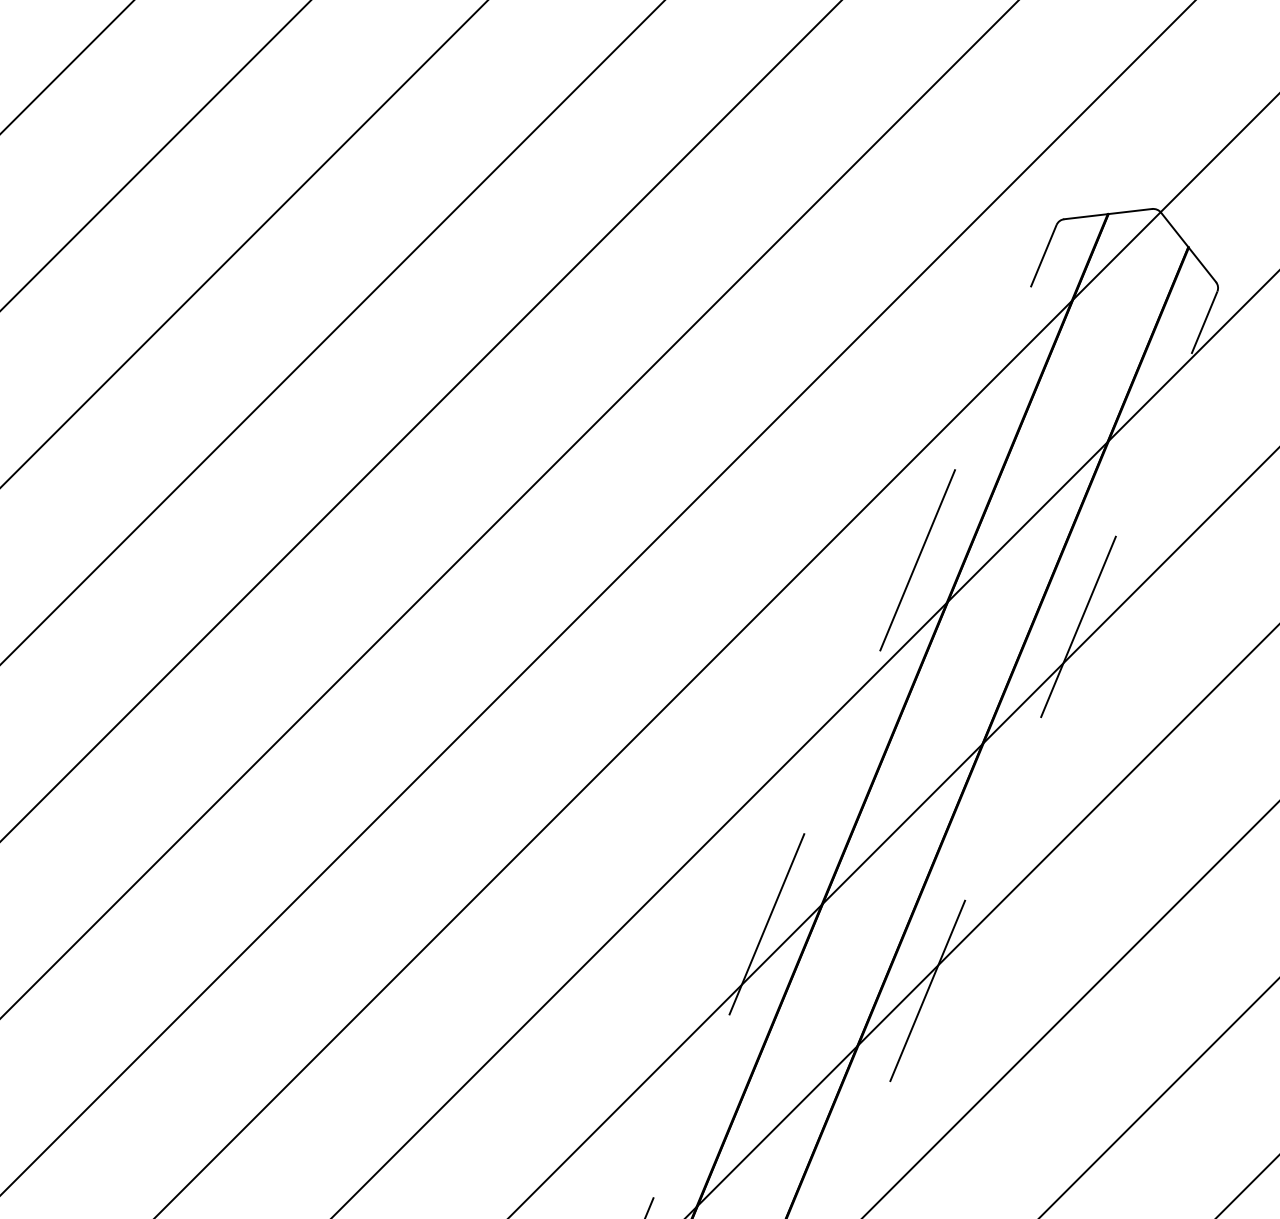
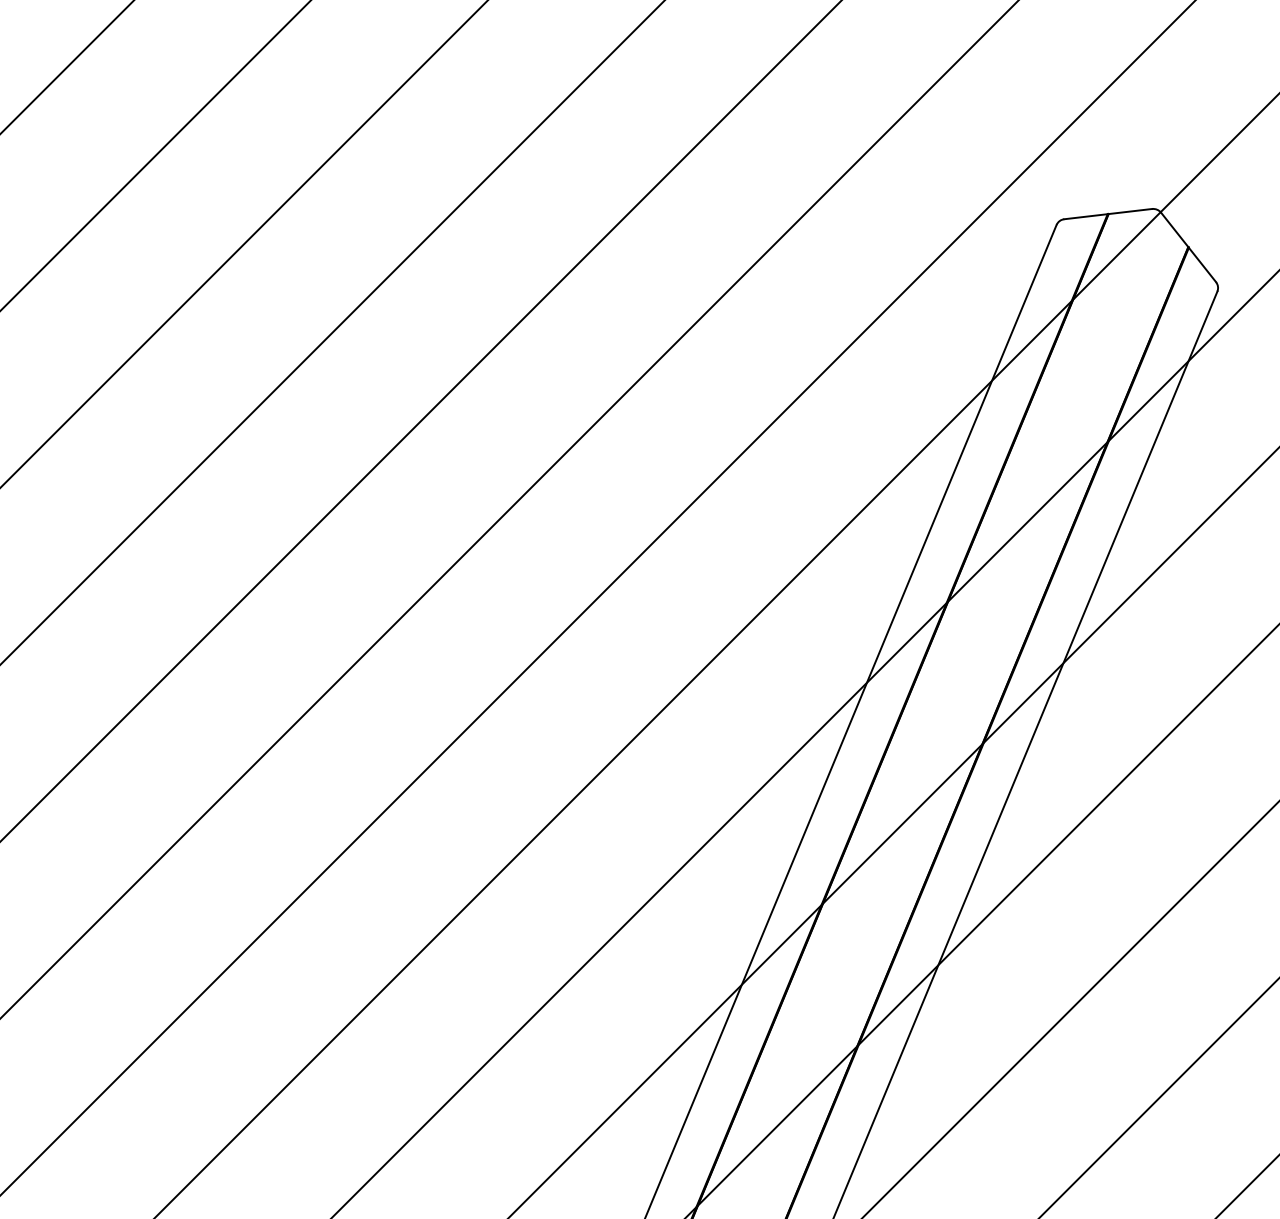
line at (850, 721): dashed -> solid
line at (1025, 755): dashed -> solid
